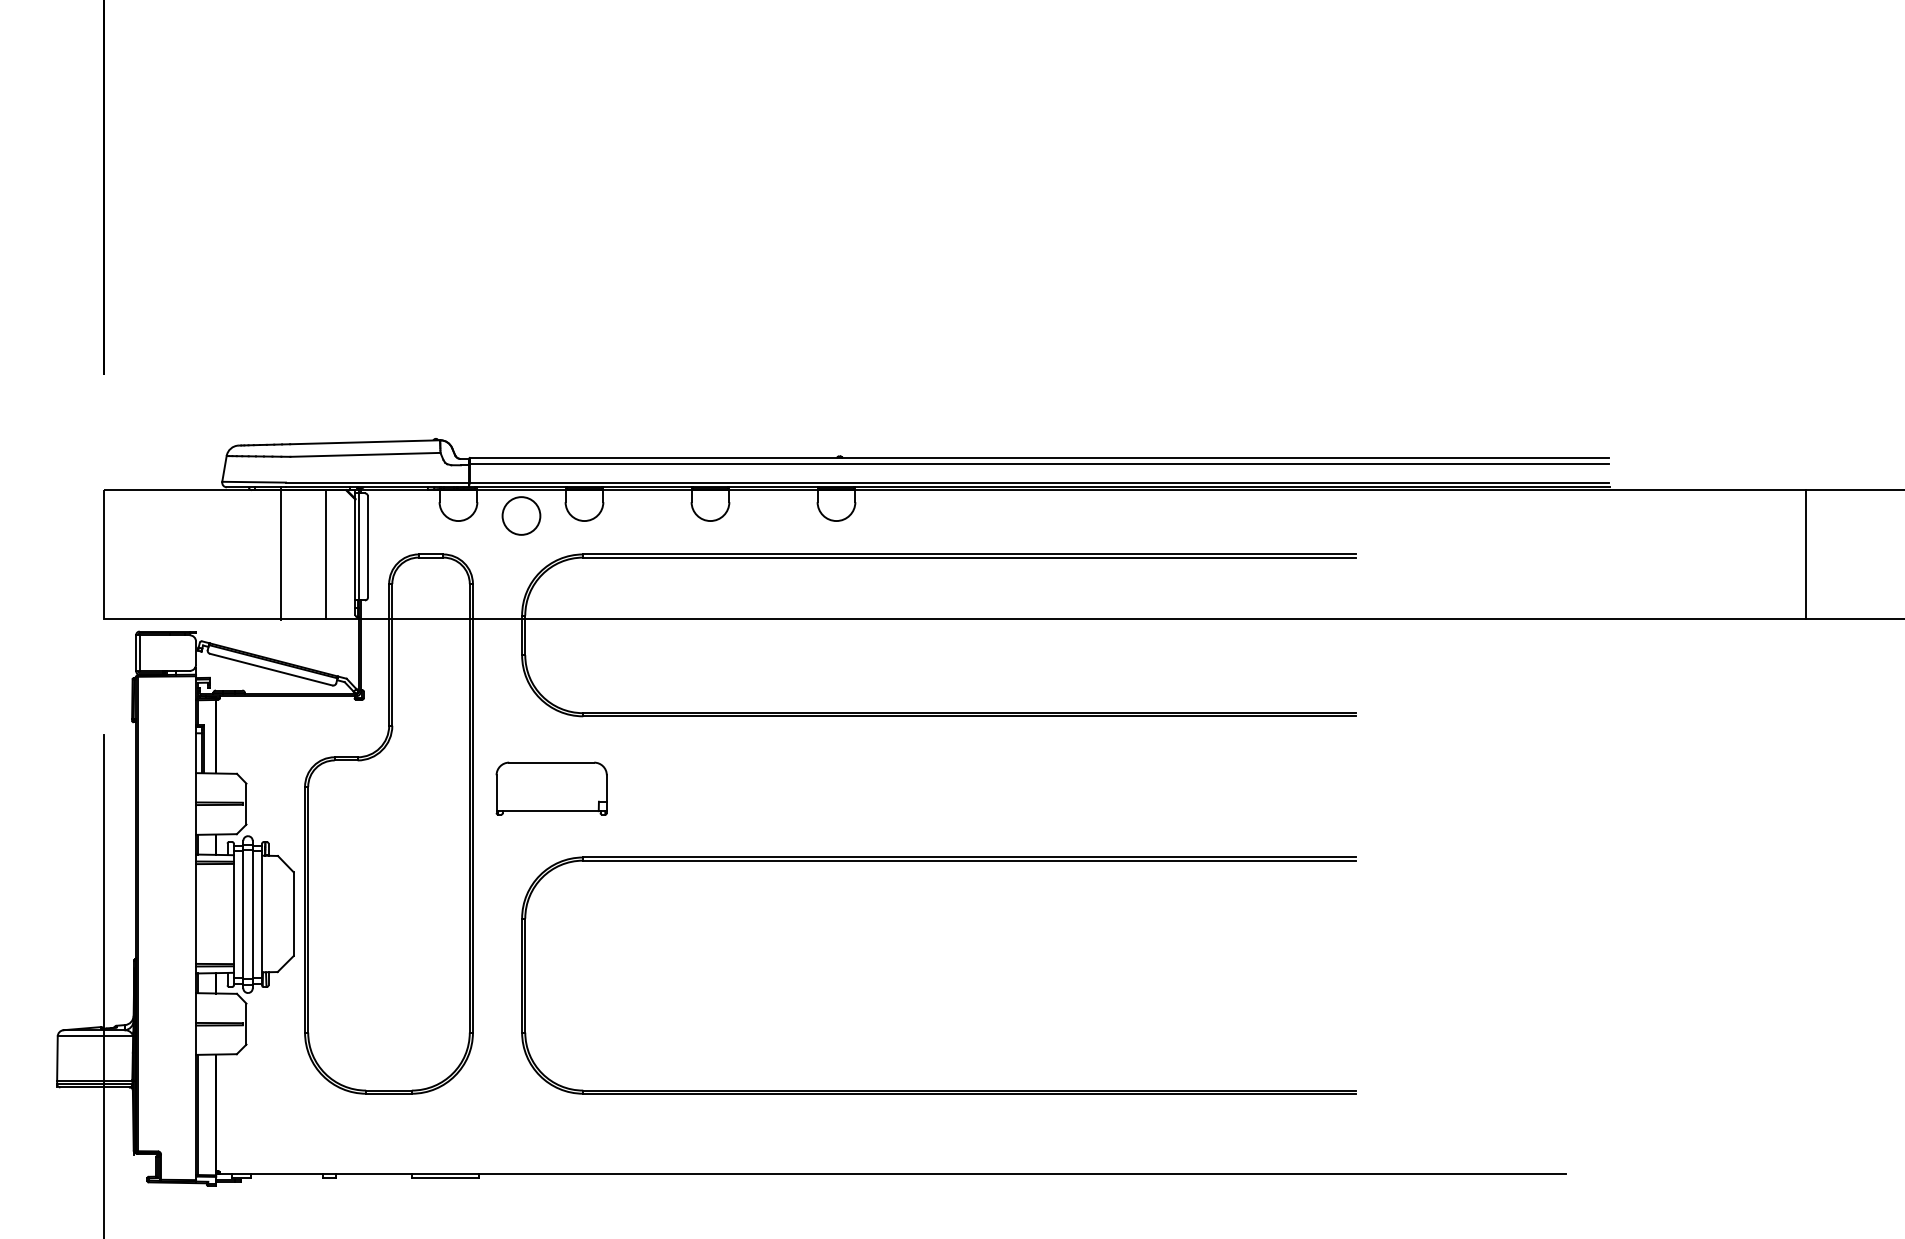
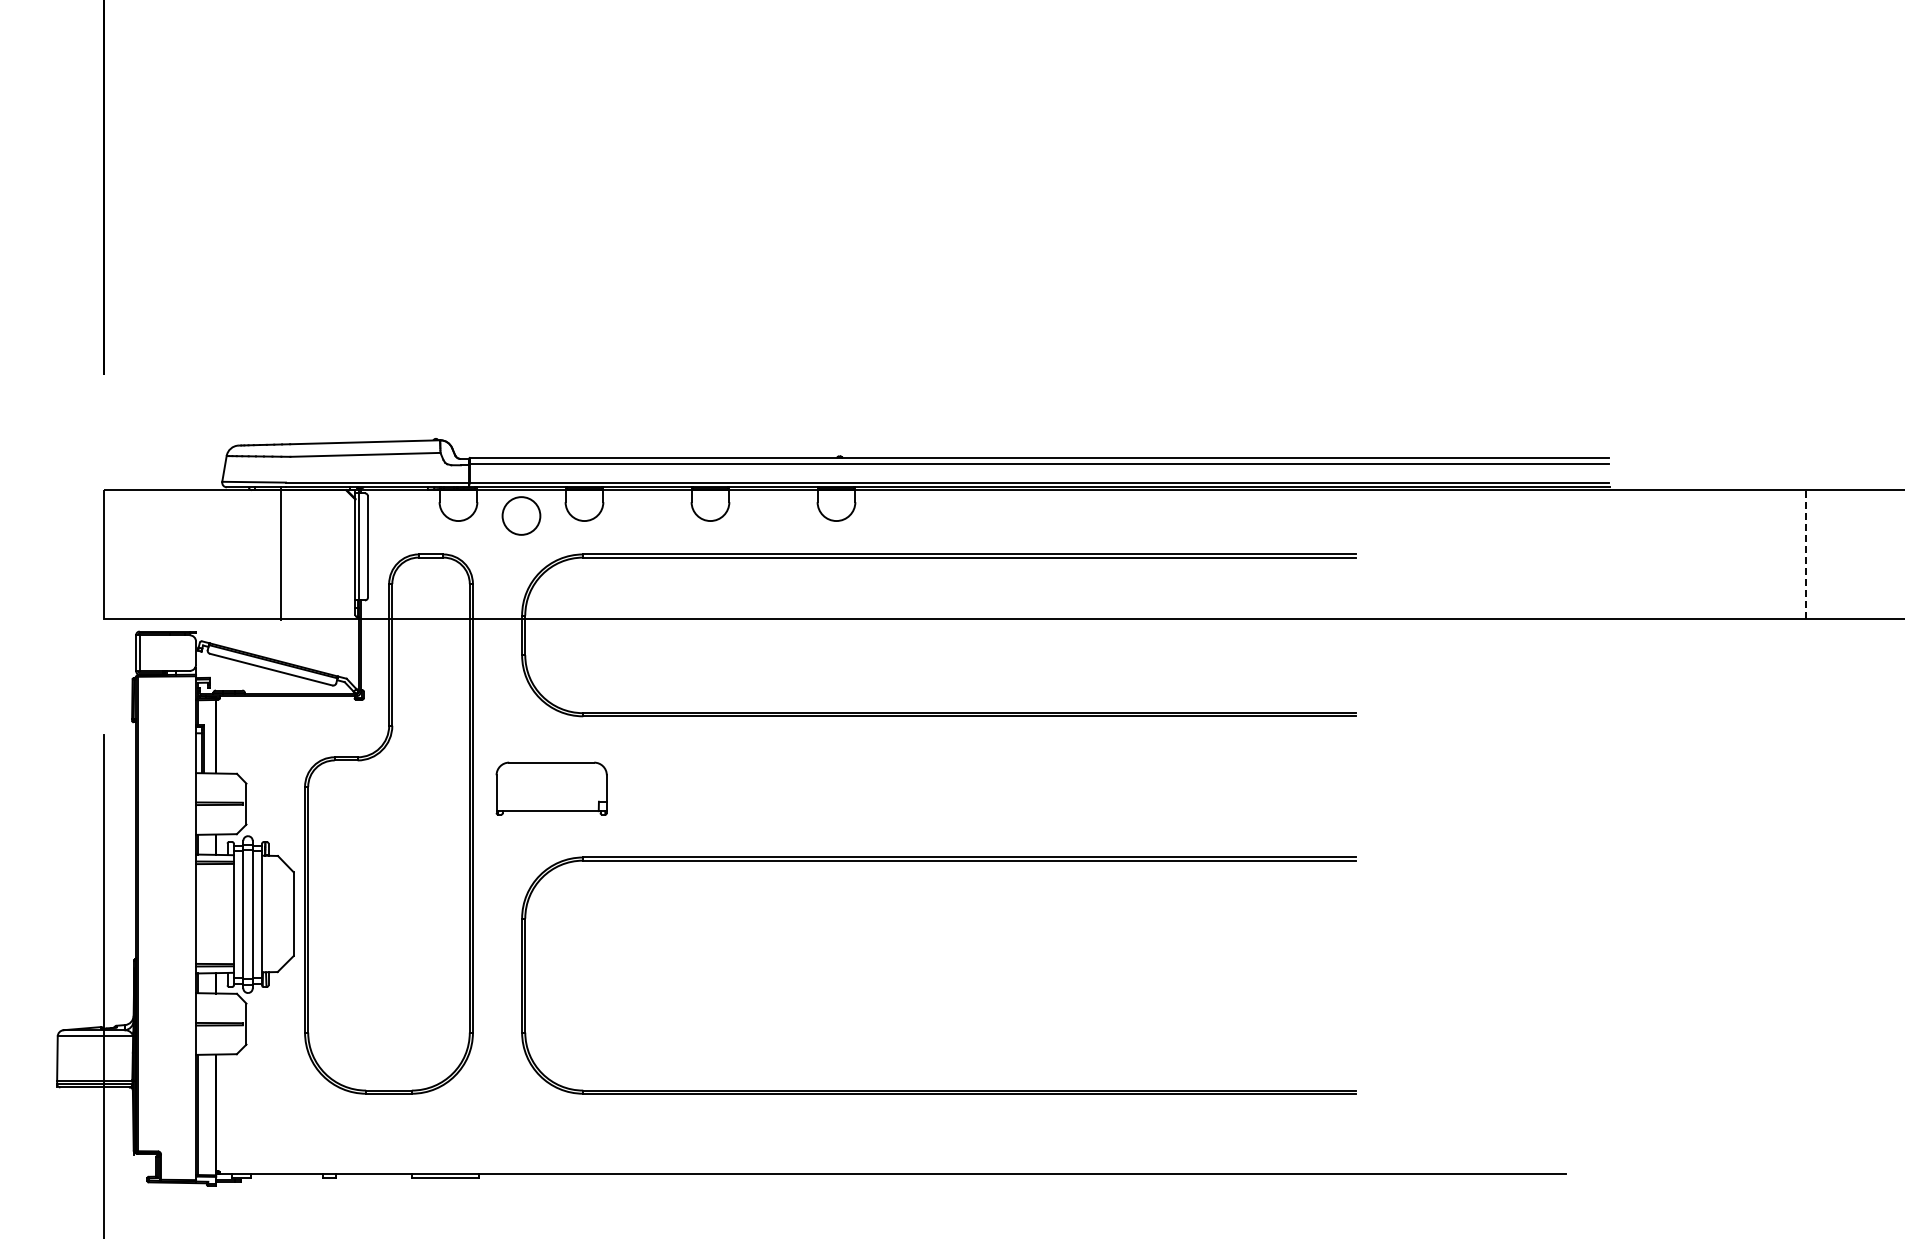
line at (326, 554): present -> none
line at (1806, 554): solid -> dashed
